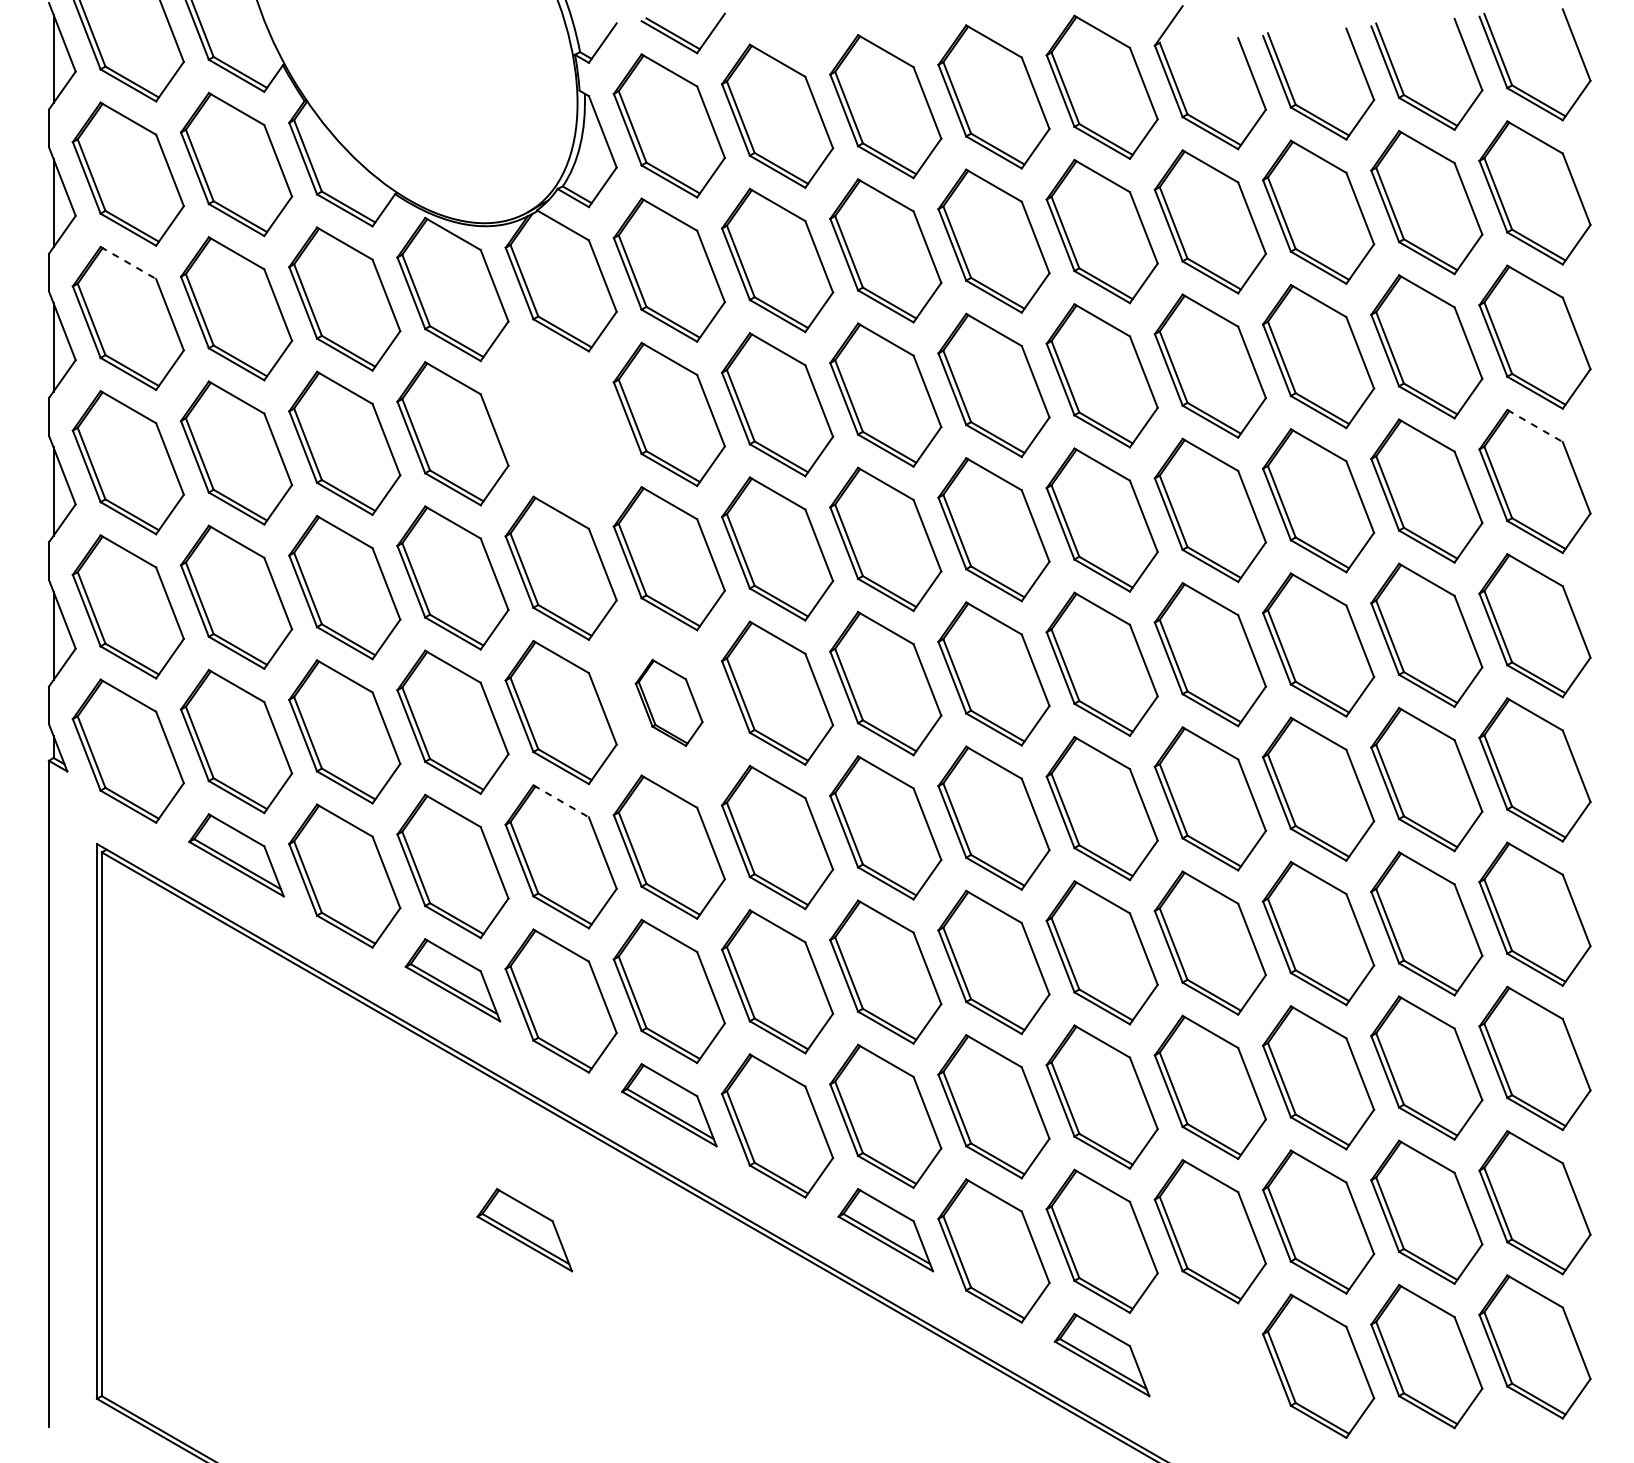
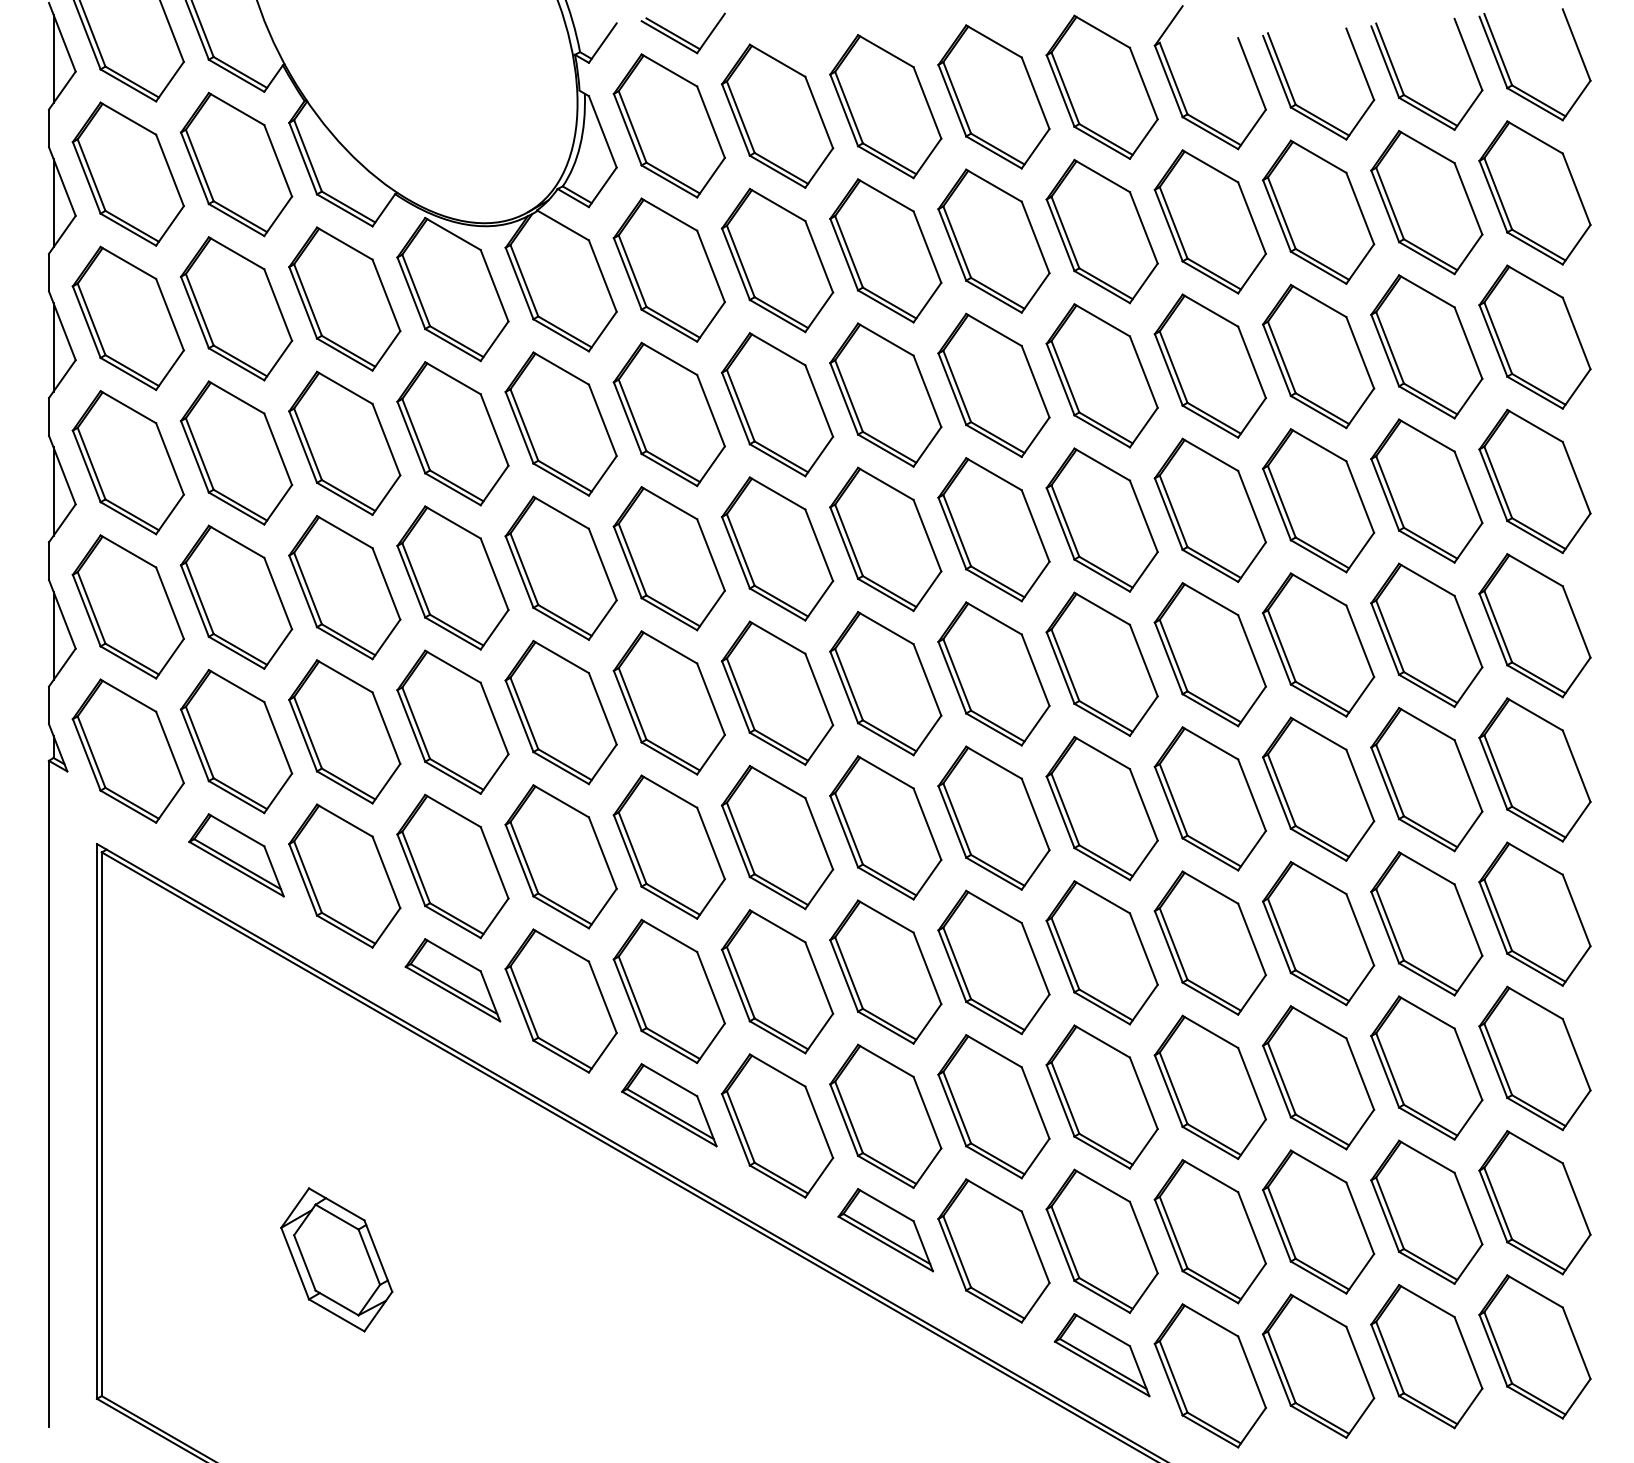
line at (128, 263): dashed -> solid
part at (560, 423): none -> present
line at (1535, 426): dashed -> solid
part at (668, 702) size: 70x89 px -> 114x146 px
line at (561, 801): dashed -> solid
part at (524, 1230): present -> none
part at (336, 1259): none -> present
part at (1209, 1375): none -> present
